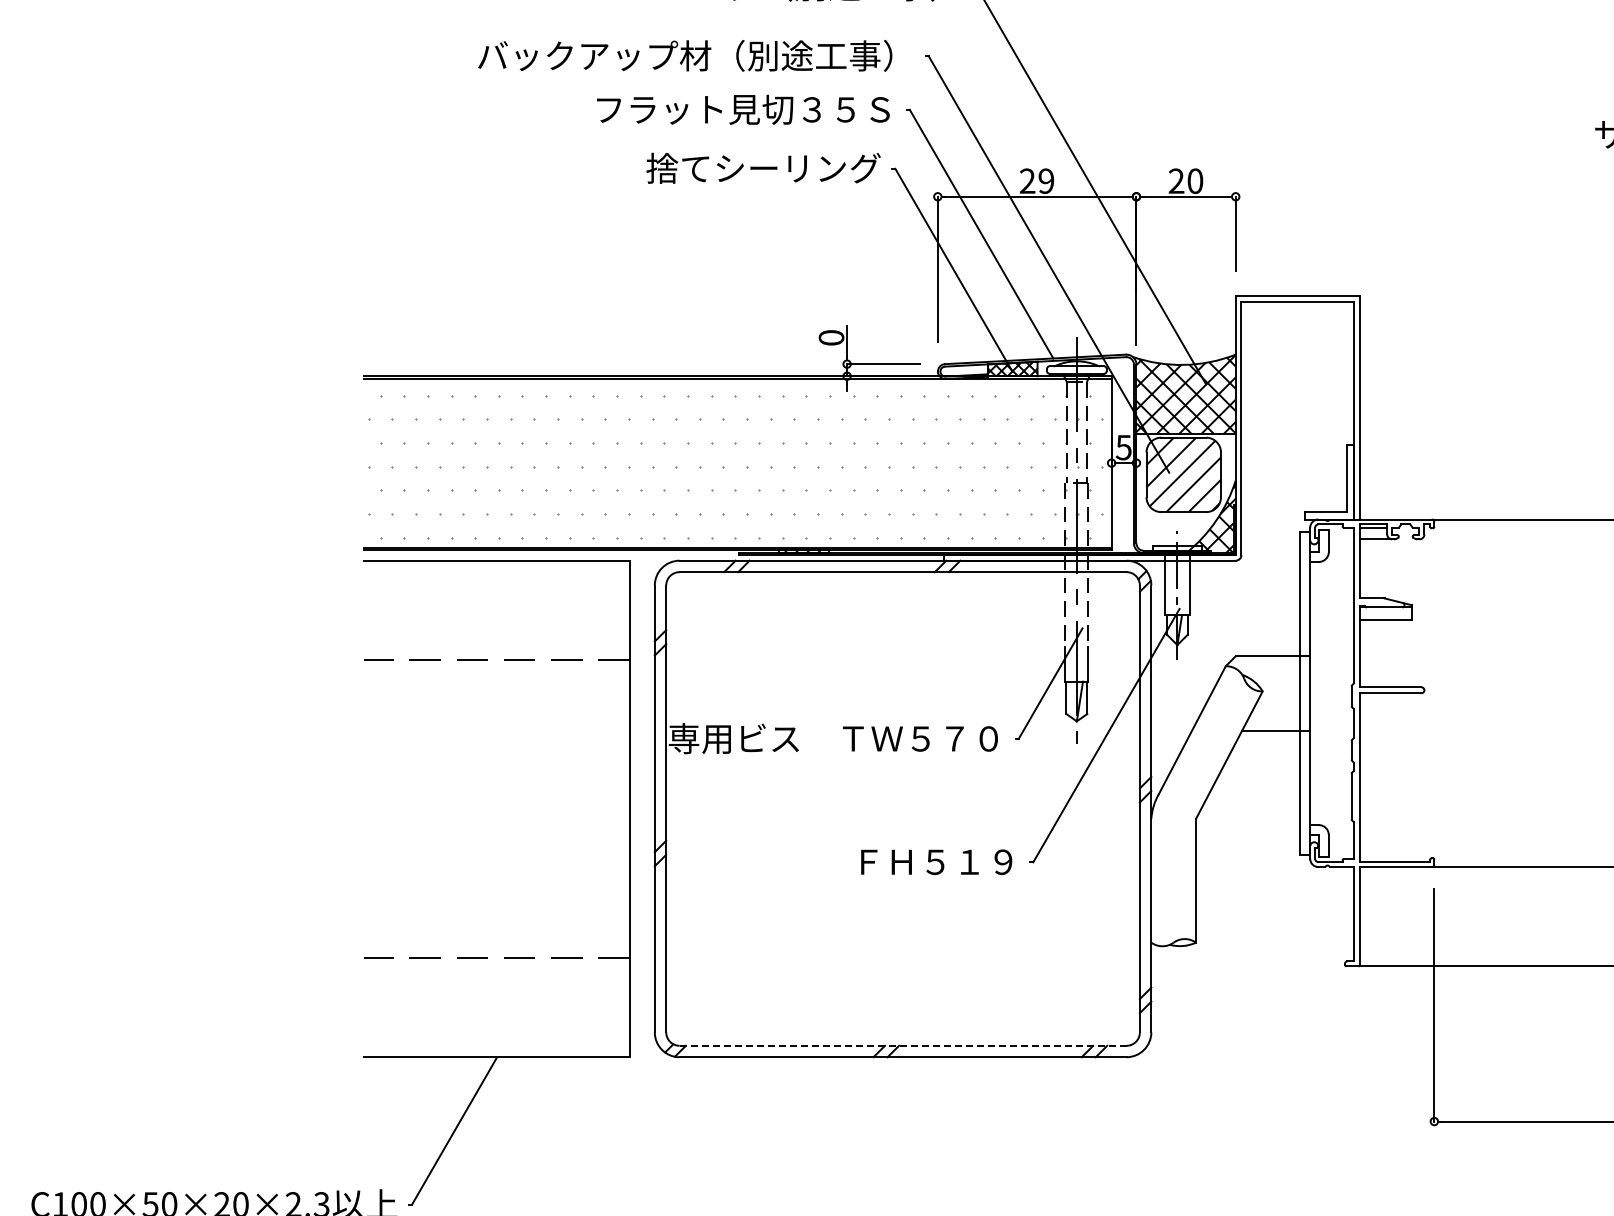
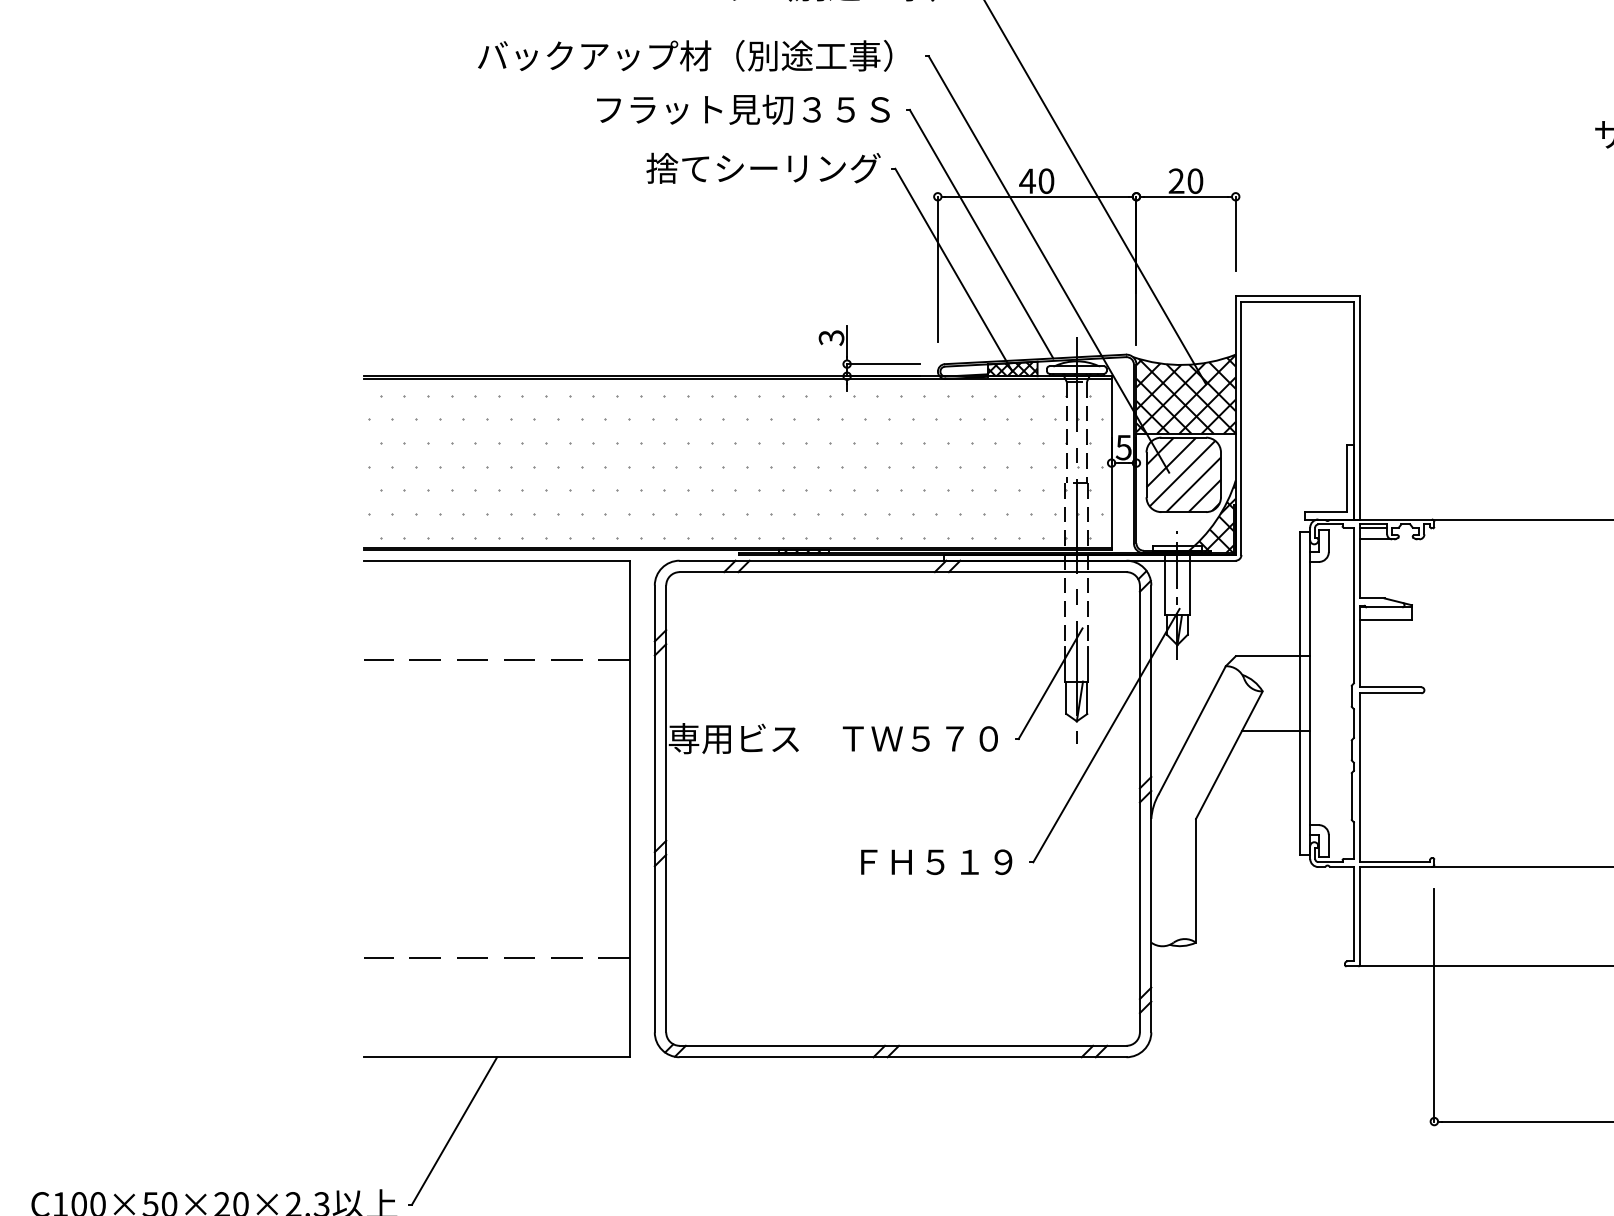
text at (1036, 180): 29 -> 40
text at (831, 337): 0 -> 3
line at (902, 1045): dashed -> solid
